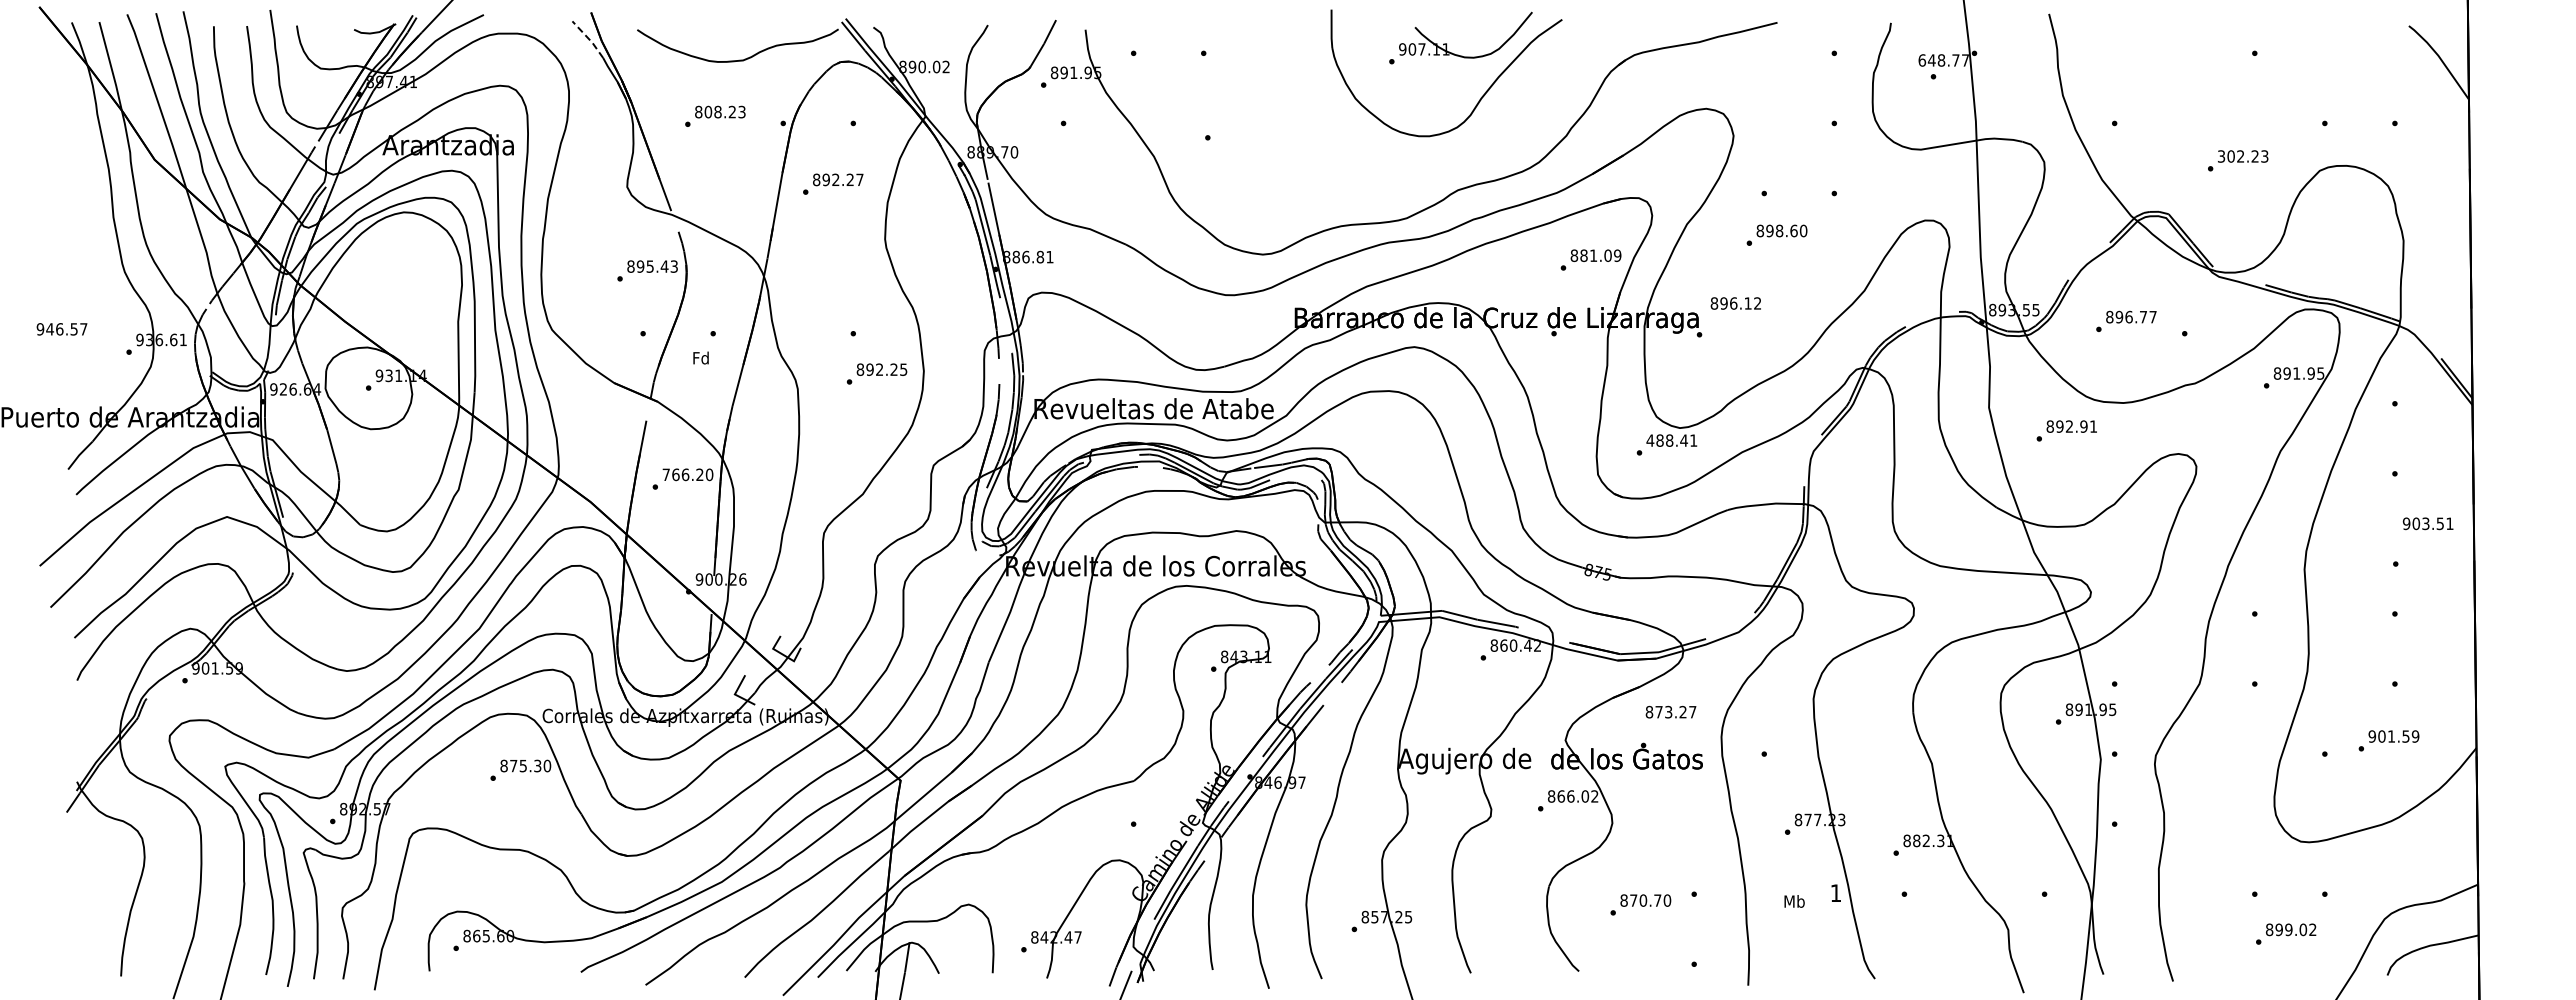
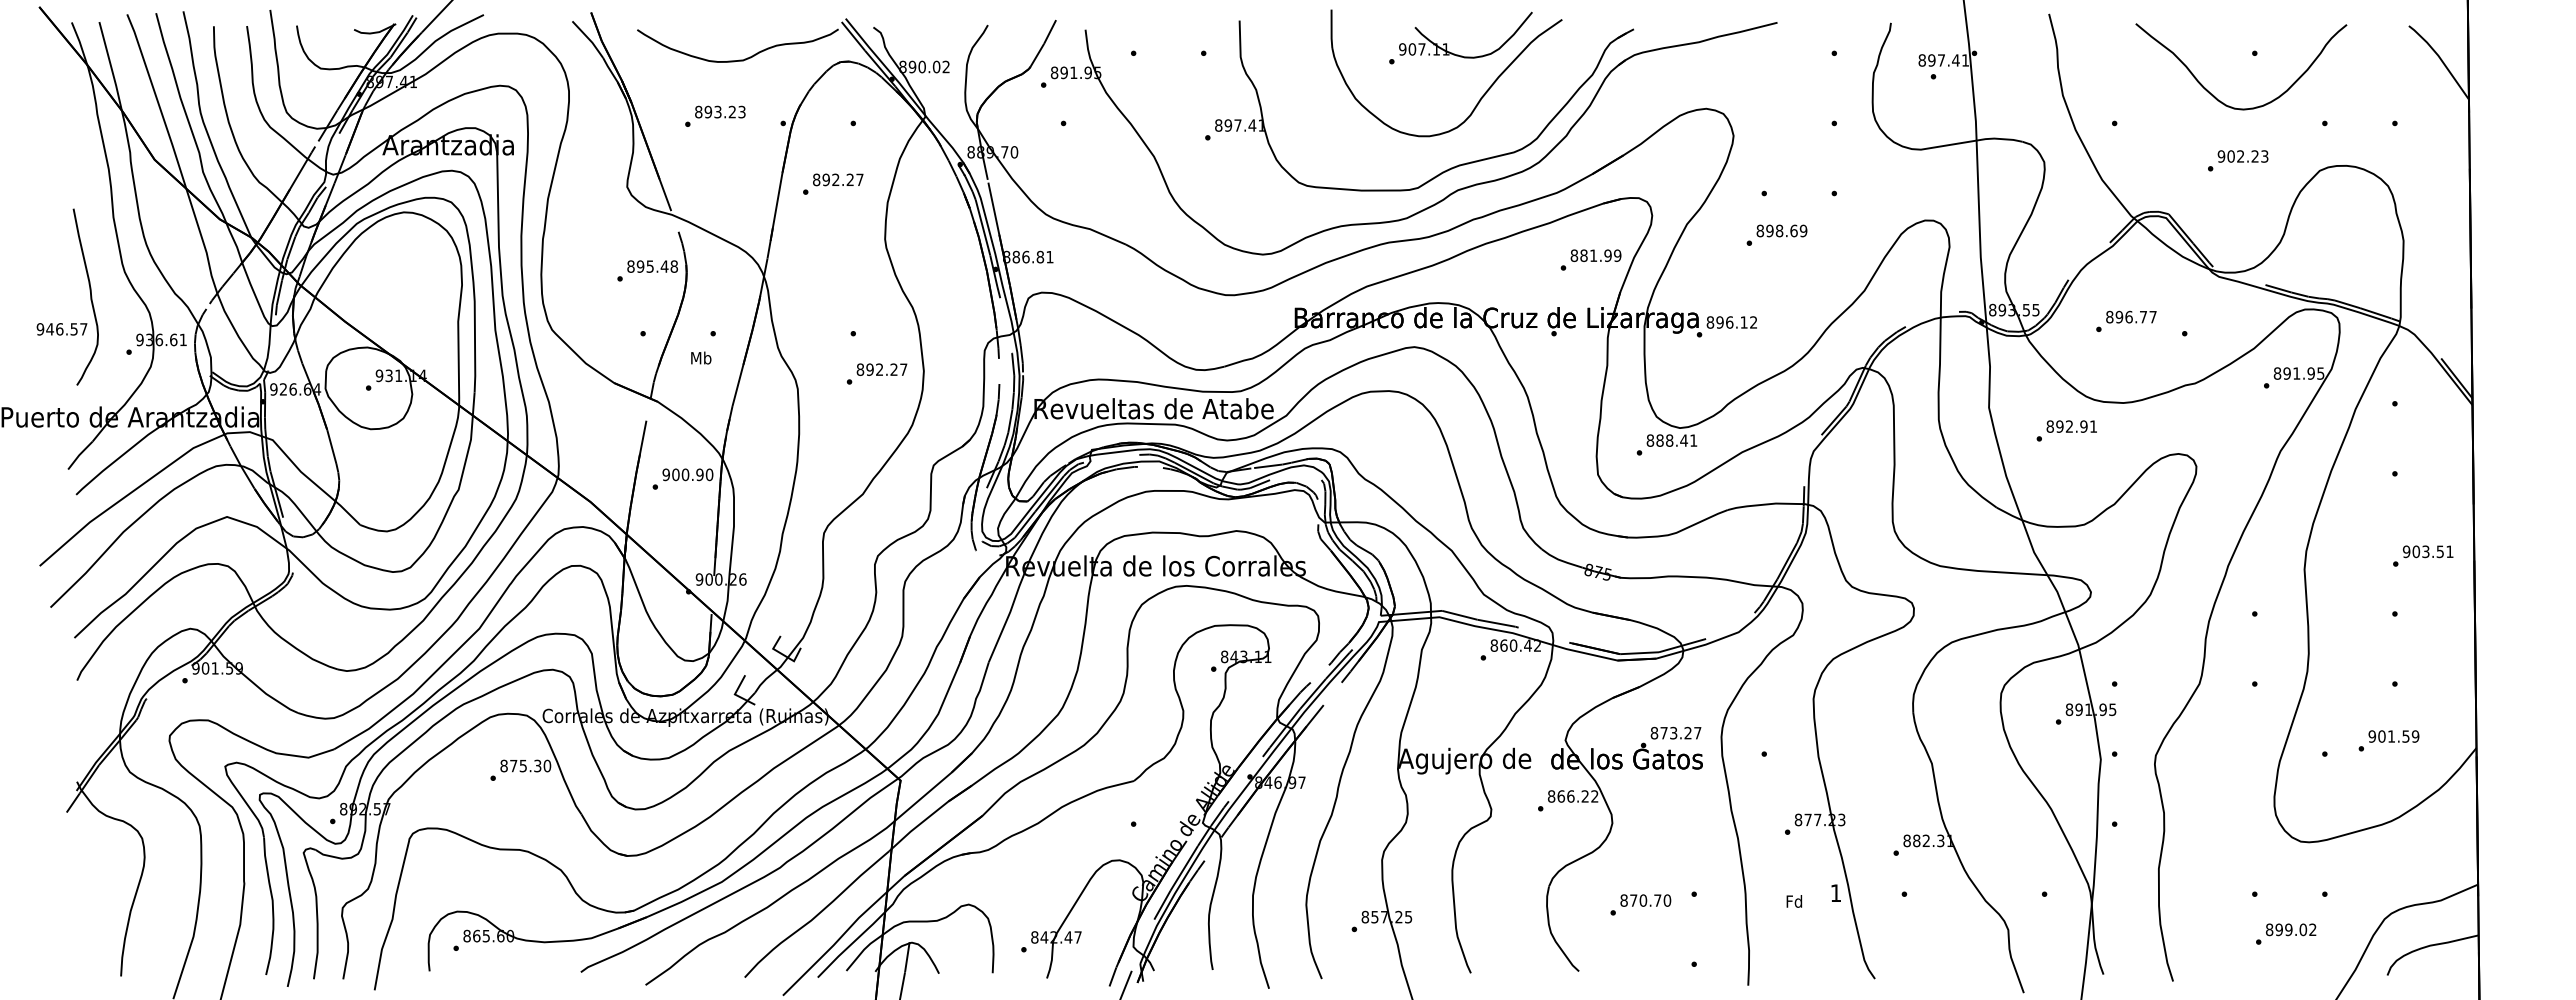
line at (589, 39): dashed -> solid
text at (1943, 60): 648.77 -> 897.41
curve at (2213, 94): none -> present
text at (712, 111): 808.23 -> 893.23
text at (2221, 156): 302.23 -> 902.23
part at (1453, 166): none -> present
text at (1803, 231): 898.60 -> 898.69
text at (1607, 255): 881.09 -> 881.99
text at (674, 266): 895.43 -> 895.48
curve at (90, 296): none -> present
text at (1735, 303) position: (1735, 303) -> (1731, 322)
text at (701, 357): Fd -> Mb
text at (903, 369): 892.25 -> 892.27
text at (1650, 440): 488.41 -> 888.41
text at (682, 474): 766.20 -> 900.90
text at (2427, 523) position: (2427, 523) -> (2427, 551)
text at (1670, 711) position: (1670, 711) -> (1675, 732)
text at (1585, 796): 866.02 -> 866.22
text at (1794, 901): Mb -> Fd
